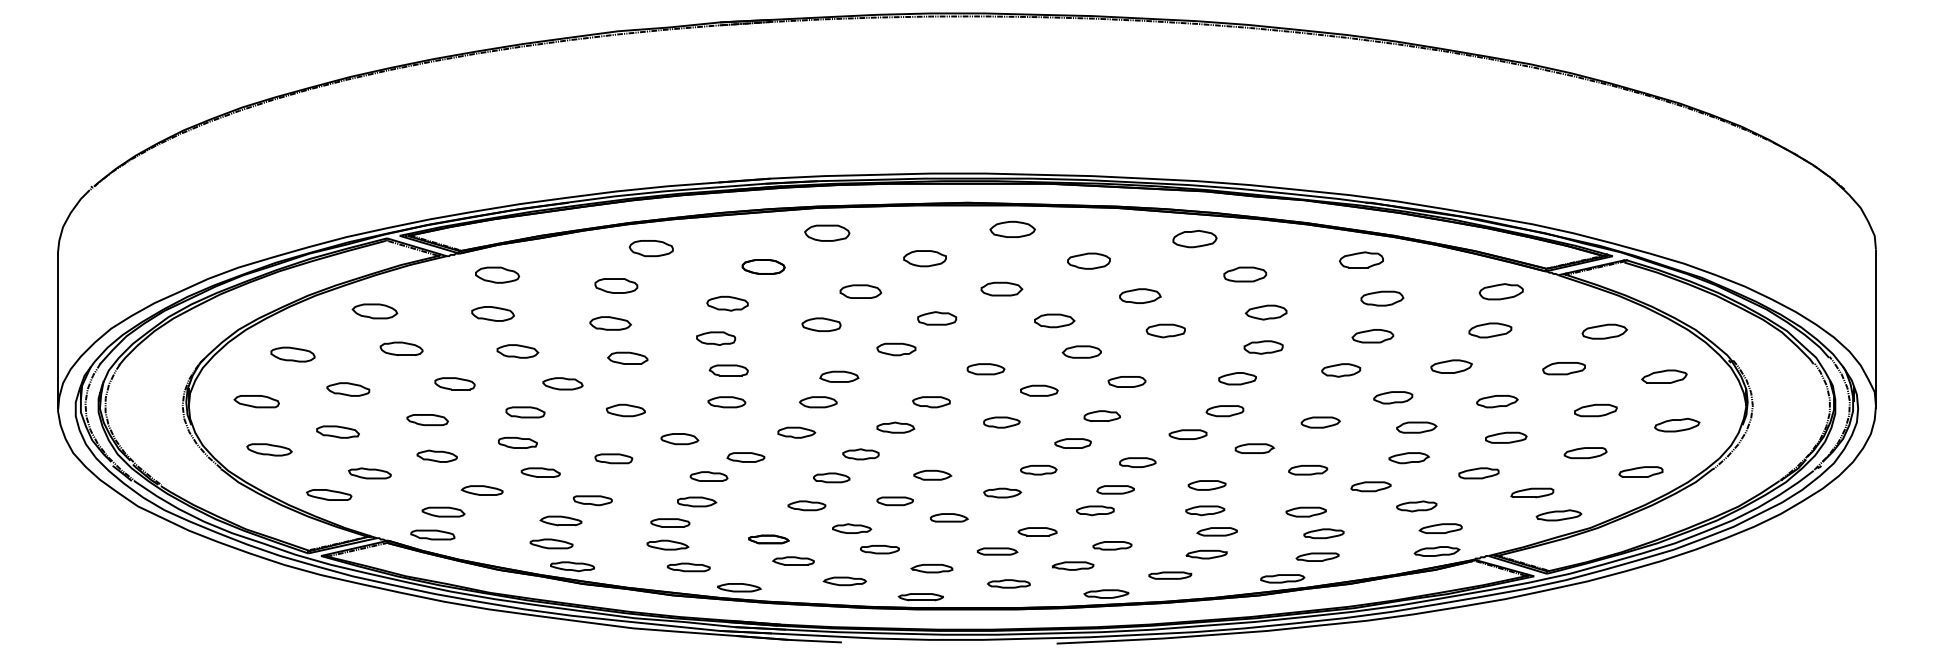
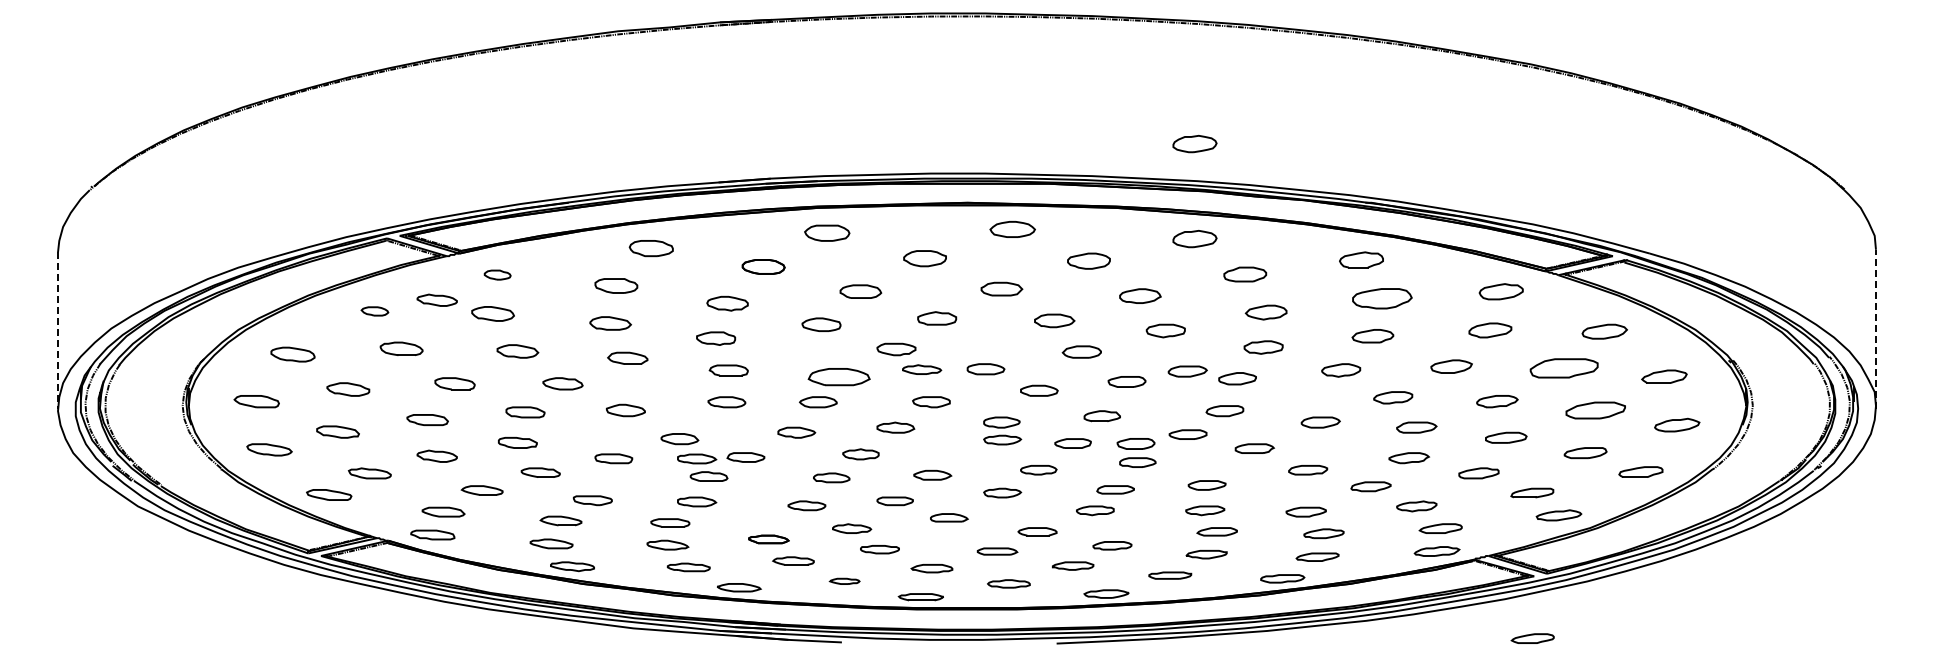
part at (1194, 144): none -> present
part at (497, 274) size: 46x18 px -> 29x12 px
part at (1382, 298) size: 45x17 px -> 61x22 px
part at (436, 299): none -> present
part at (374, 311) size: 48x17 px -> 30x11 px
line at (1875, 328): solid -> dashed
line at (58, 330): solid -> dashed
part at (1563, 368) size: 44x14 px -> 70x21 px
part at (922, 369): none -> present
part at (1187, 371): none -> present
part at (839, 376) size: 41x13 px -> 64x19 px
part at (1595, 410) size: 44x15 px -> 61x19 px
part at (1002, 439): none -> present
part at (1135, 443): none -> present
part at (697, 458): none -> present
part at (844, 581) size: 45x11 px -> 33x8 px
part at (1532, 638): none -> present
